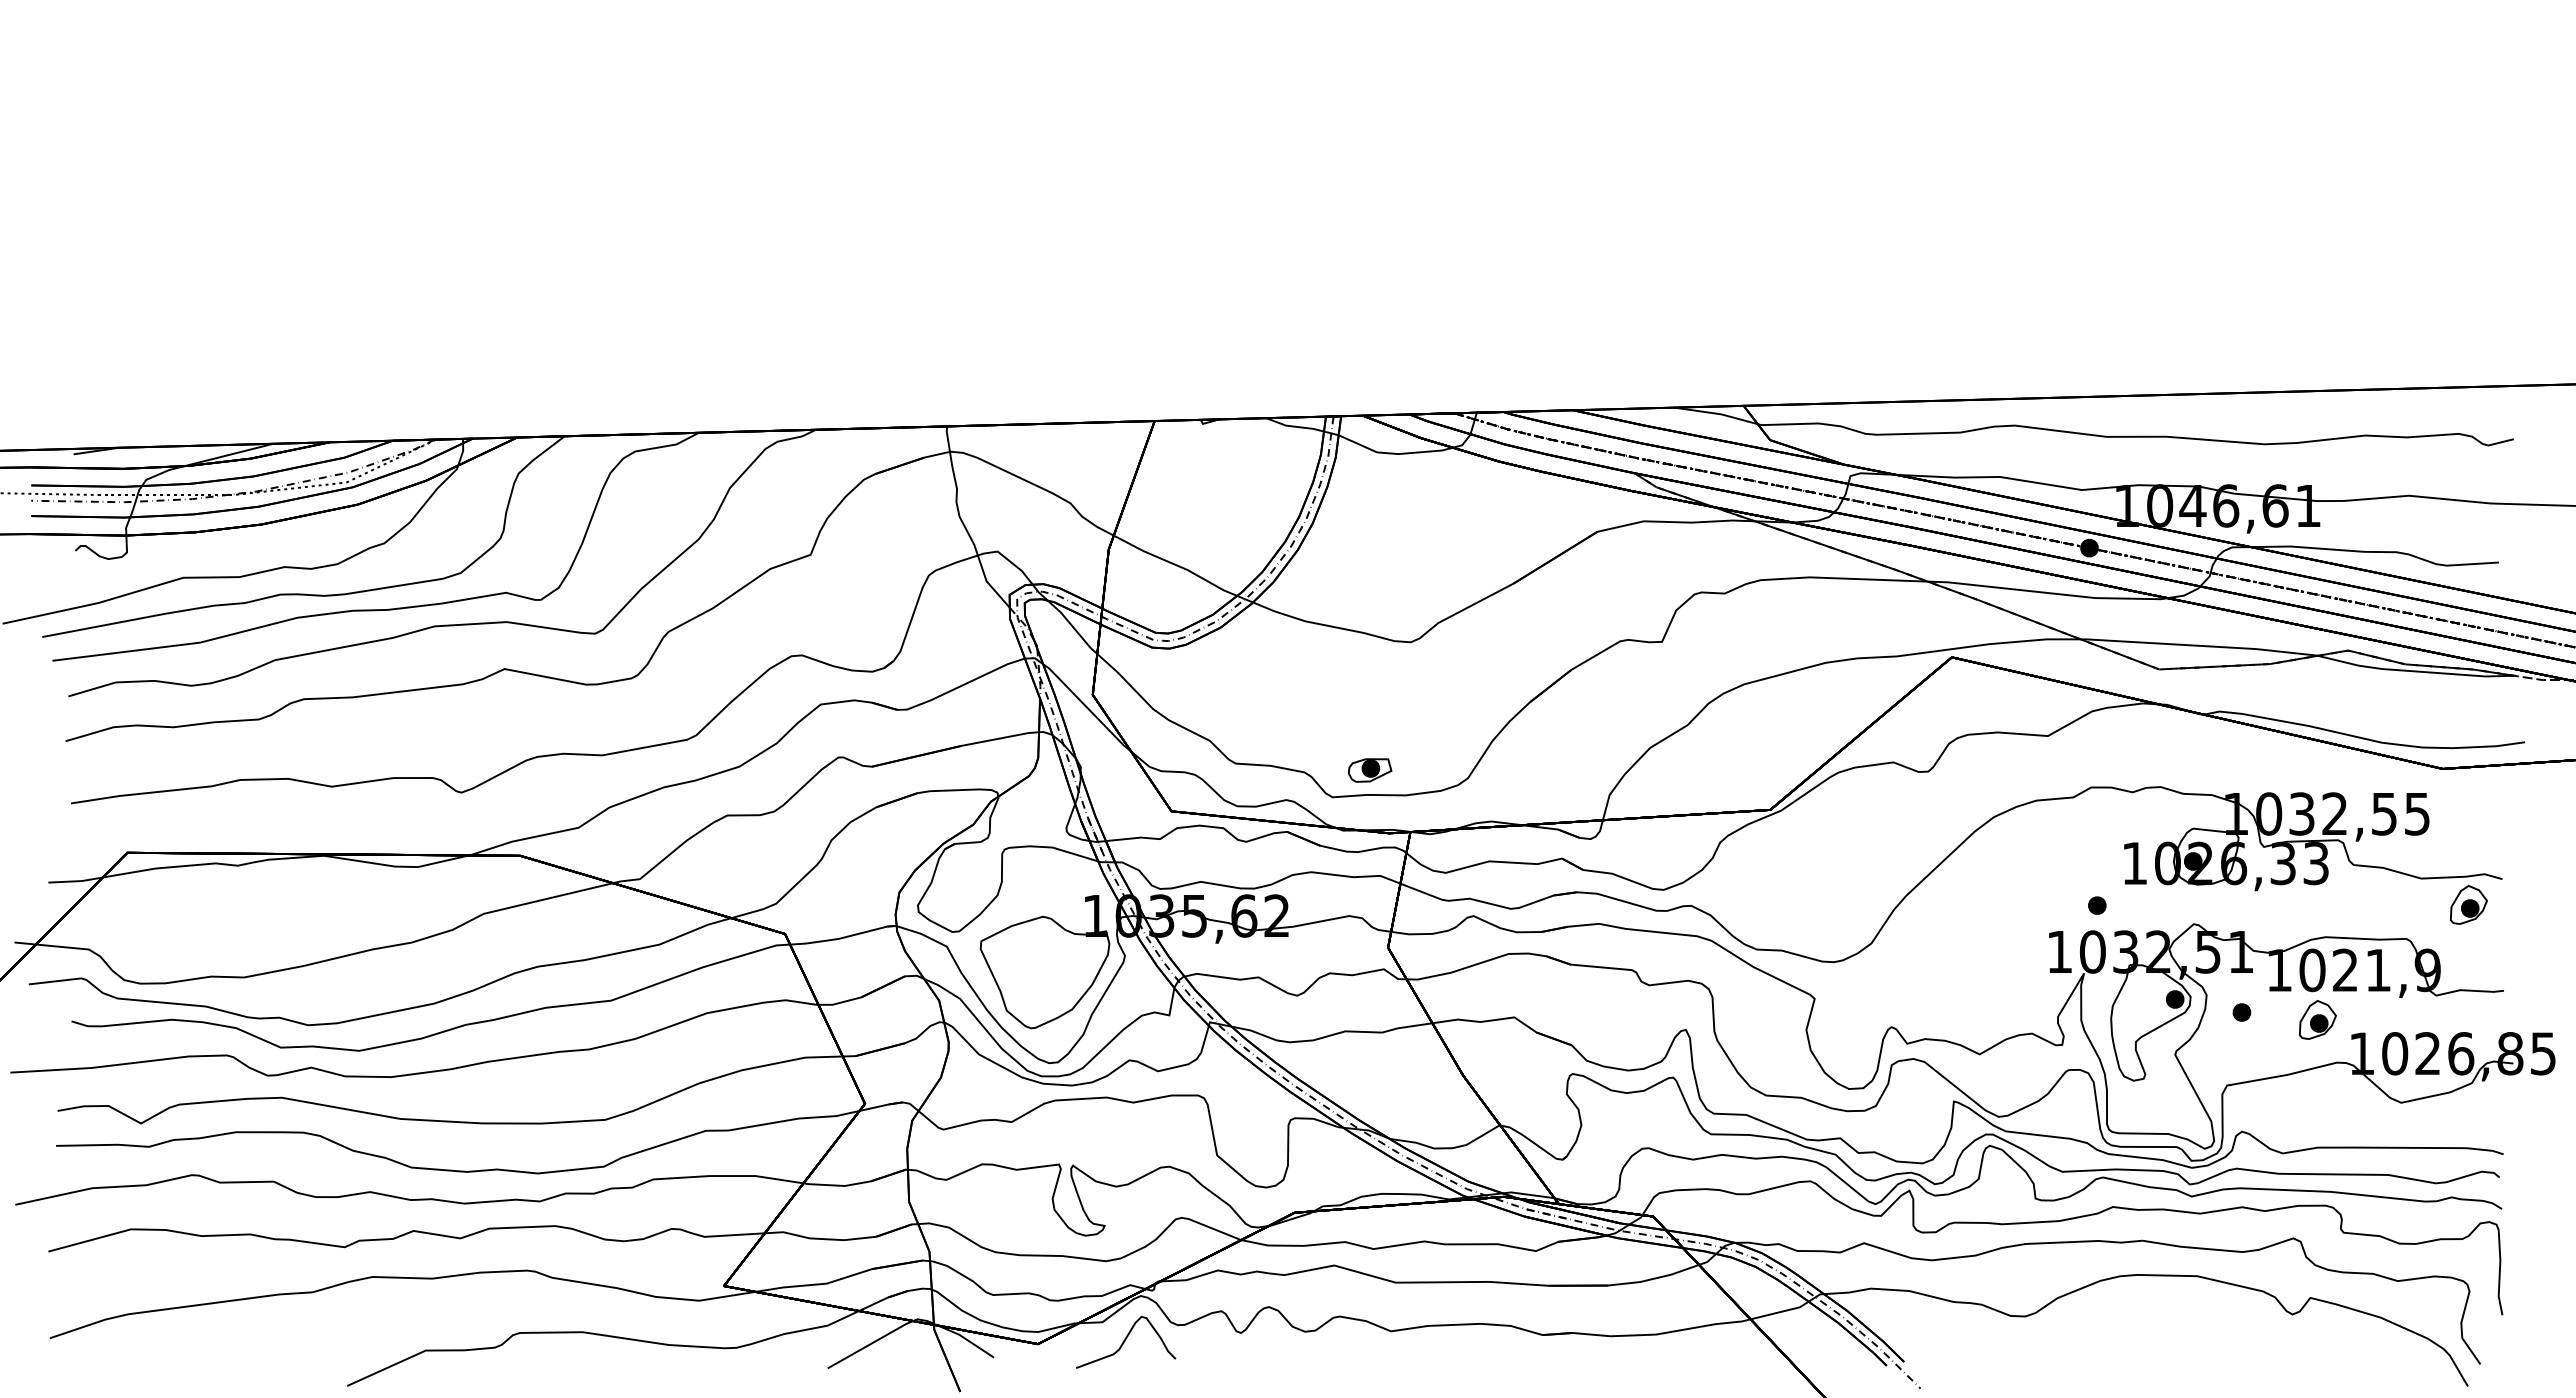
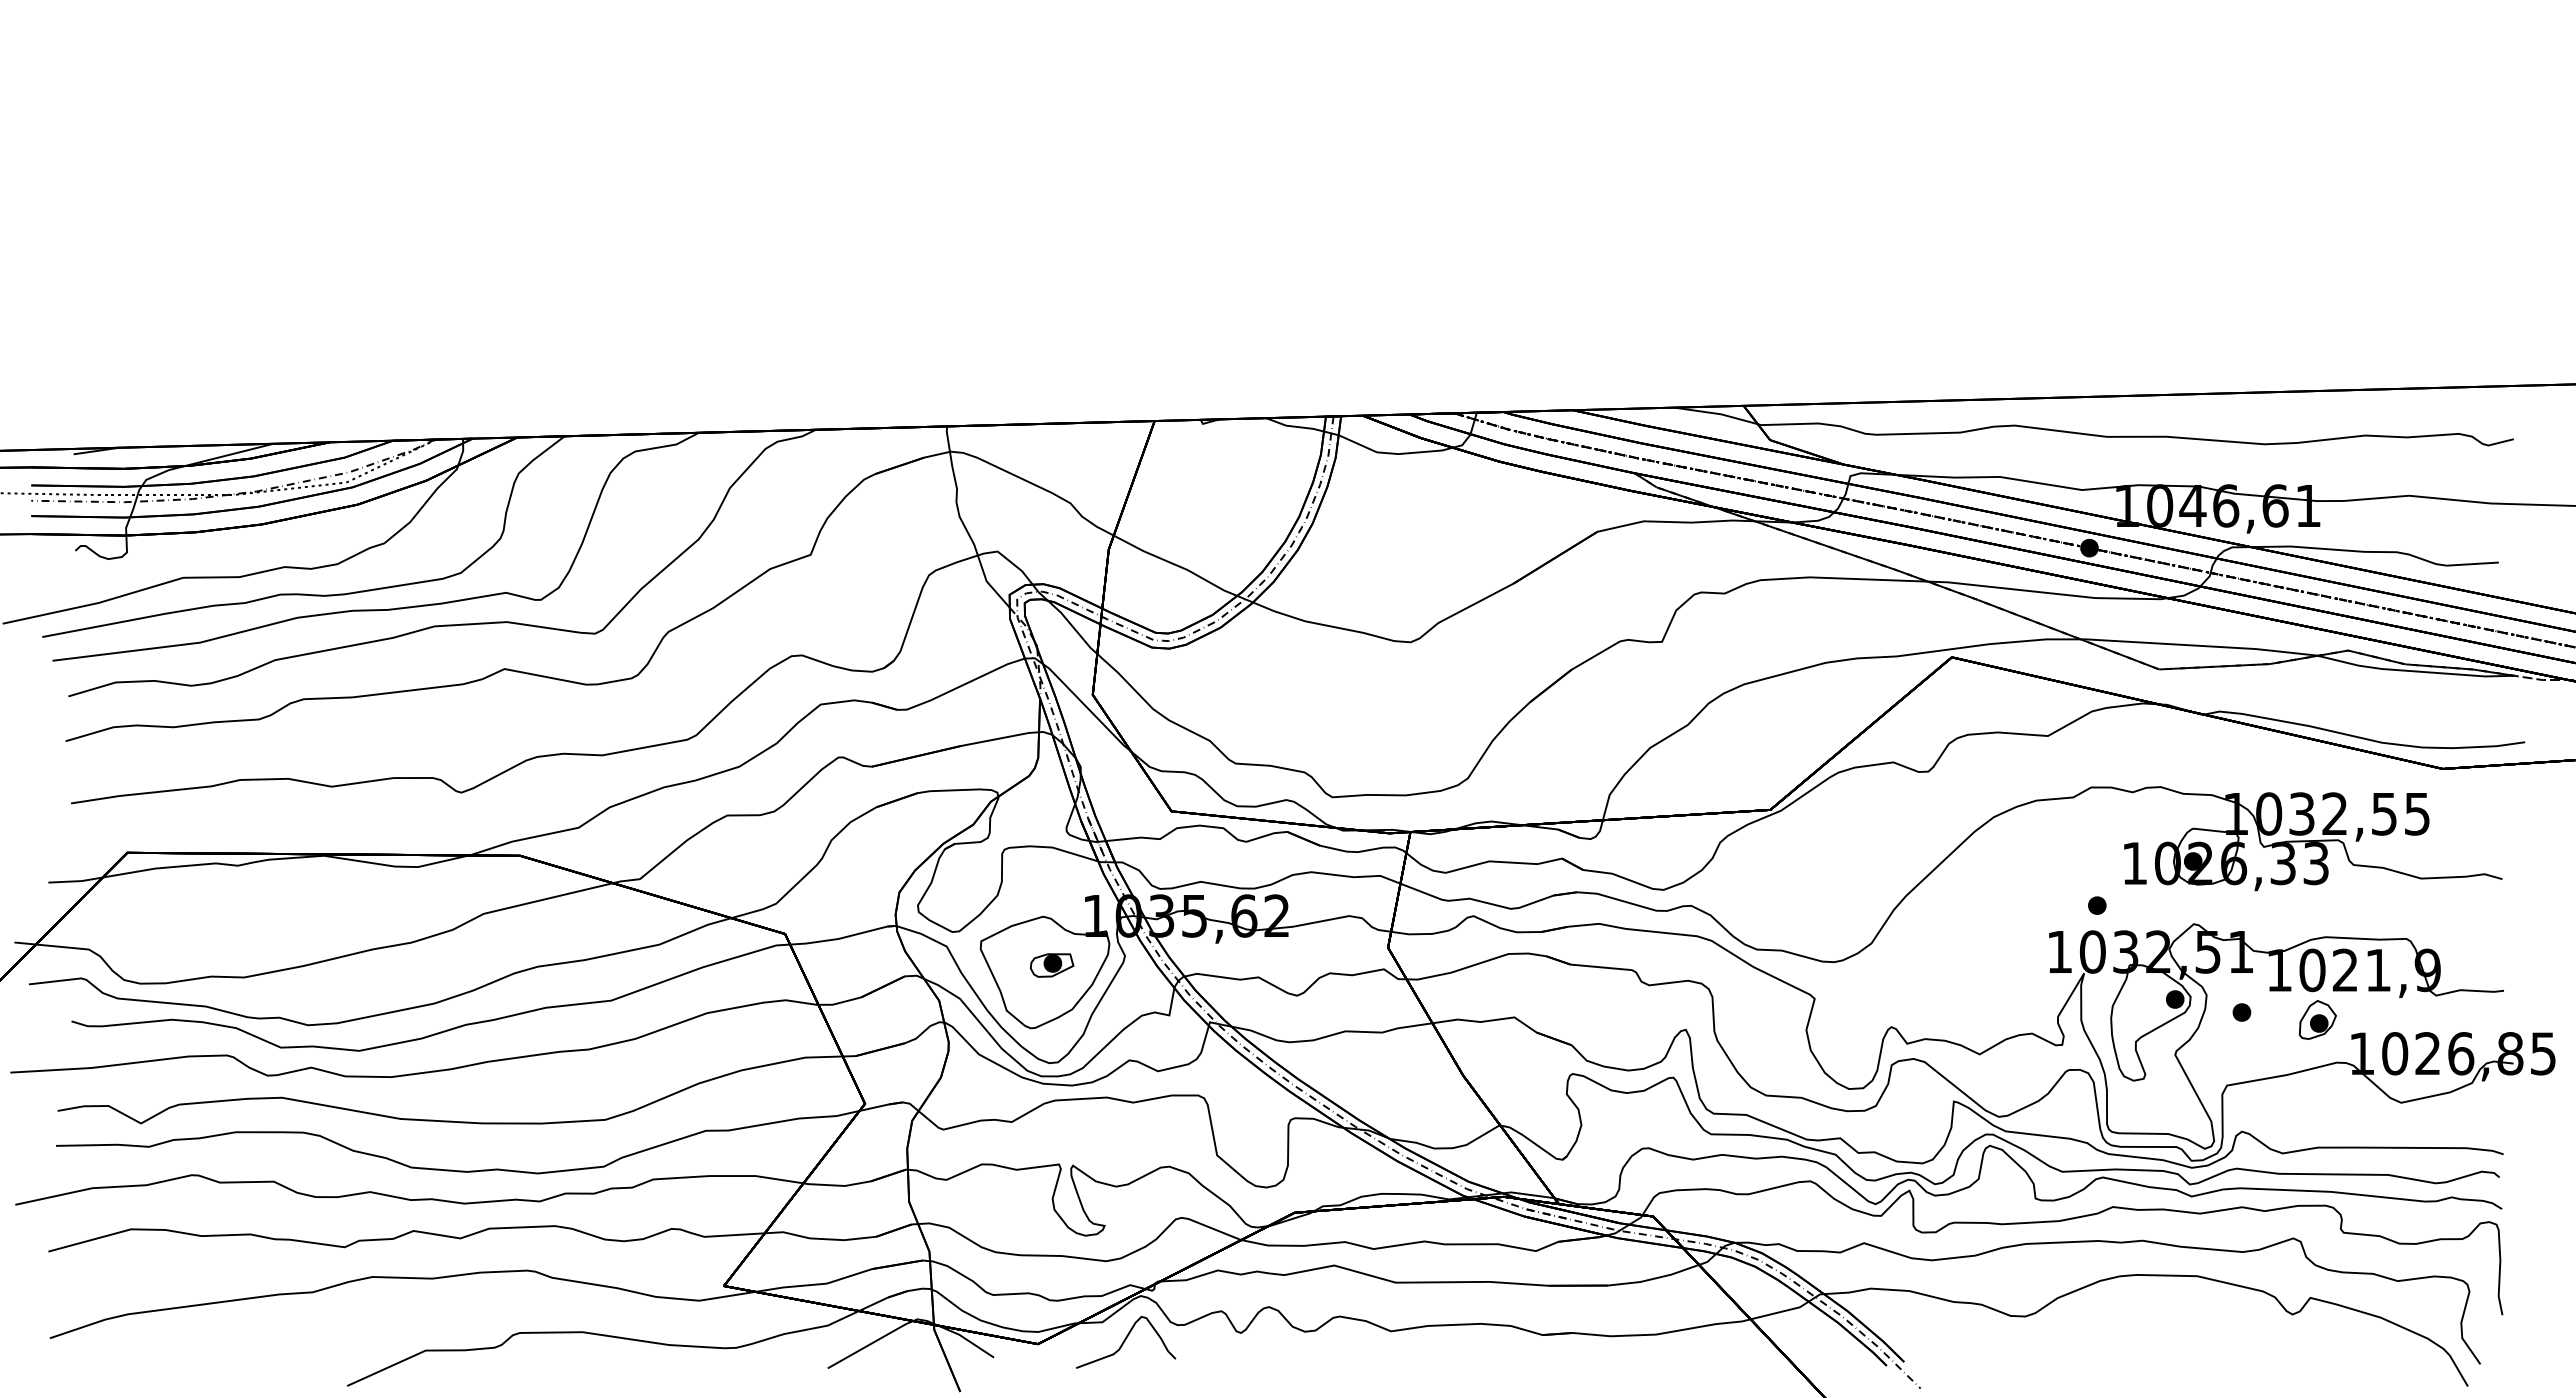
part at (1369, 770) position: (1369, 770) -> (1051, 965)
part at (2468, 904): present -> none
